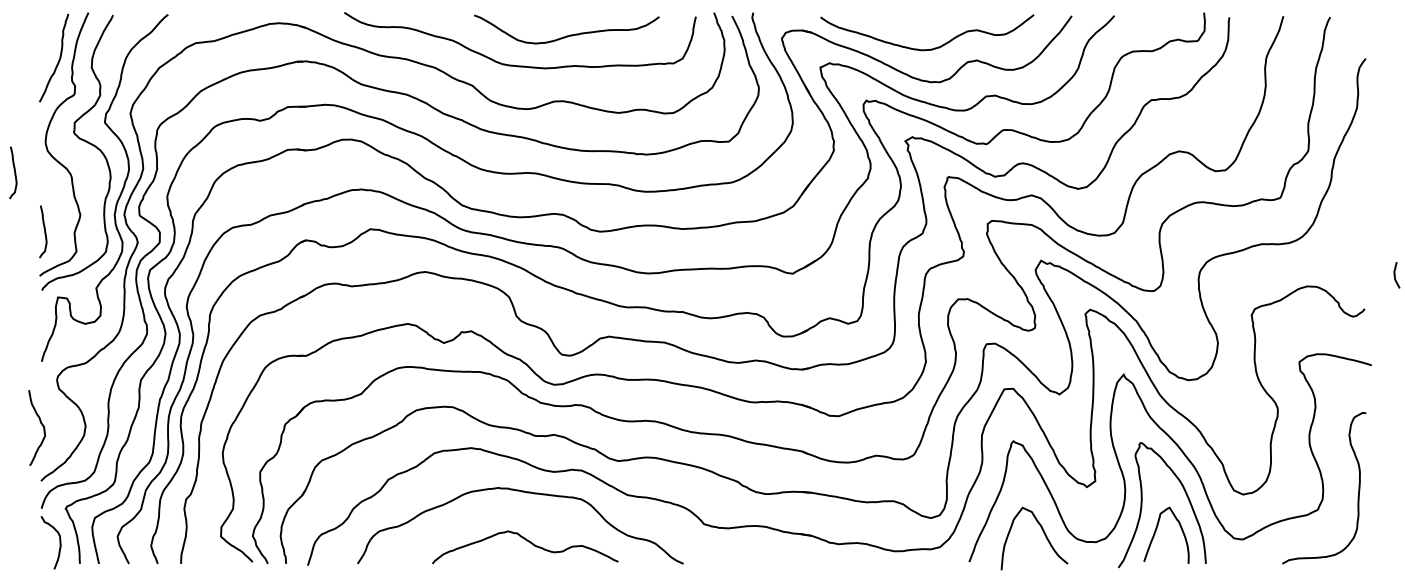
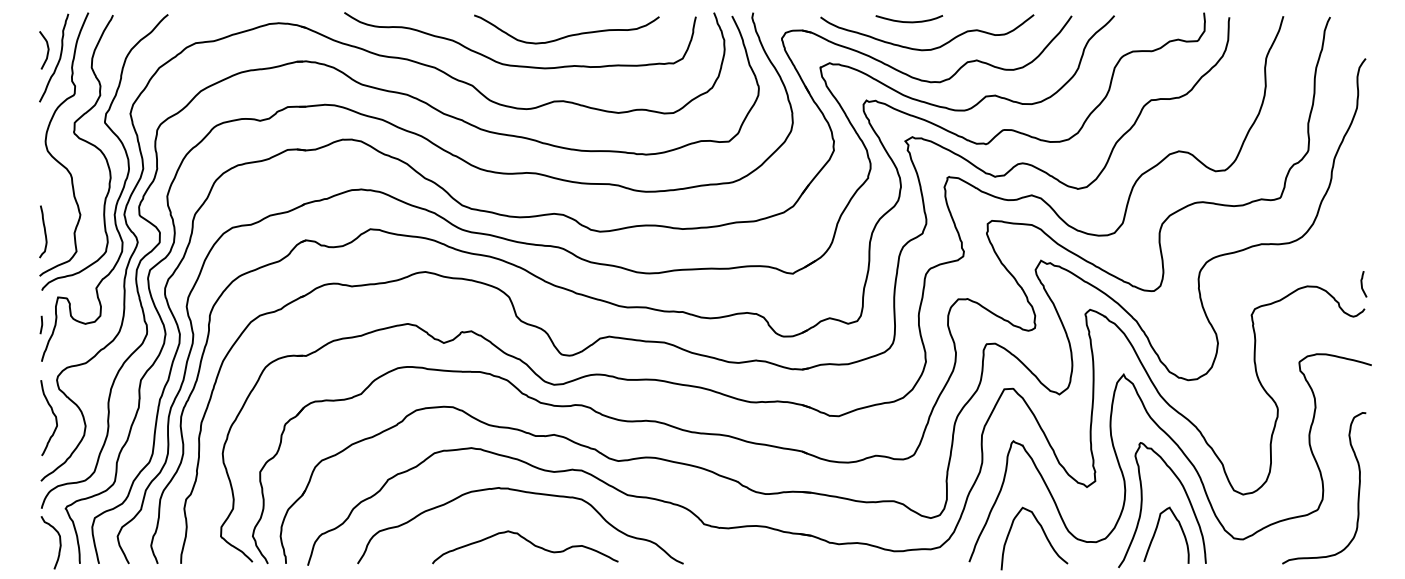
curve at (909, 21): none -> present
curve at (47, 50): none -> present
curve at (14, 172): present -> none
curve at (1395, 275) position: (1395, 275) -> (1362, 284)
line at (41, 324): none -> present
curve at (41, 425) position: (41, 425) -> (53, 415)
